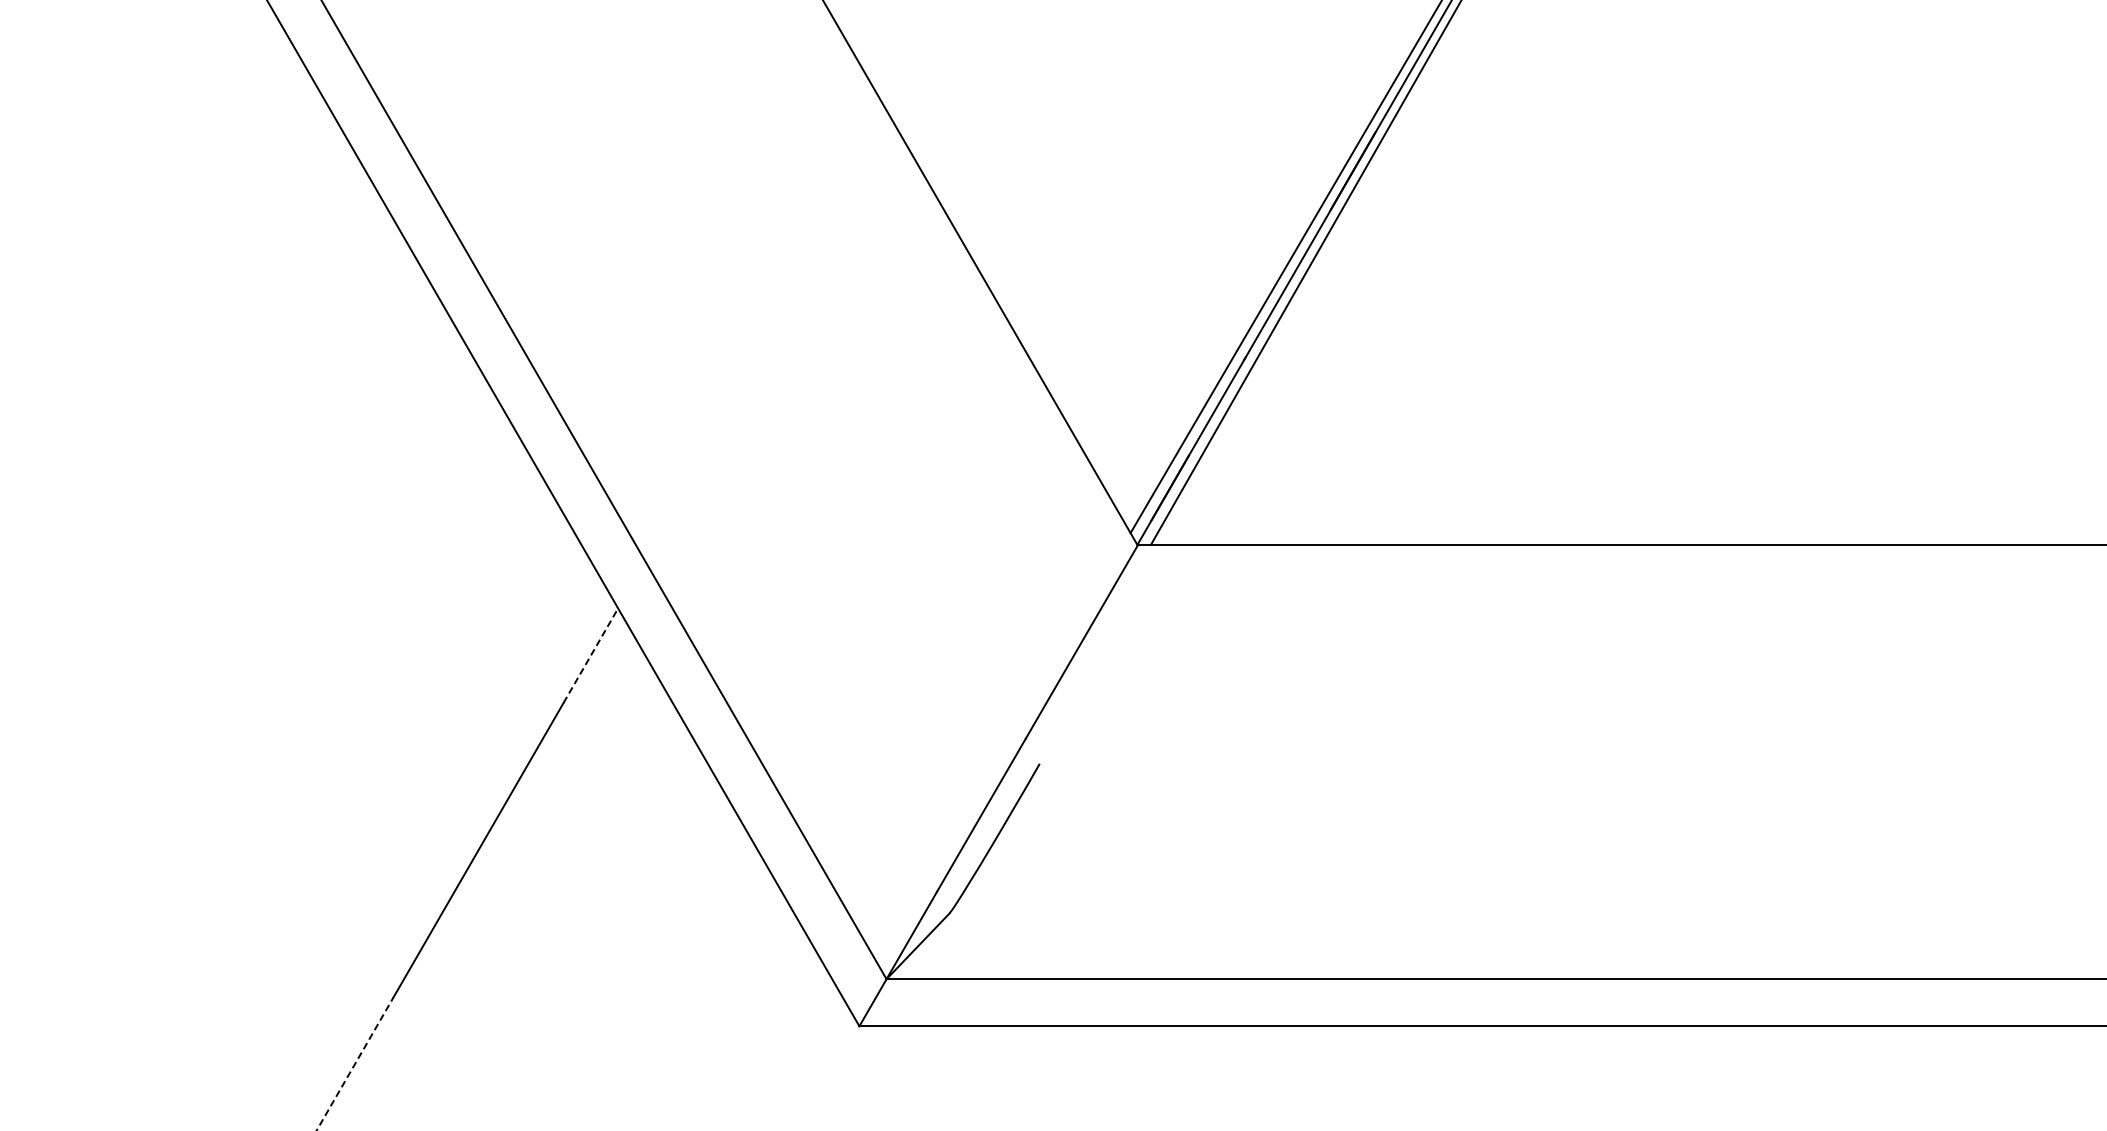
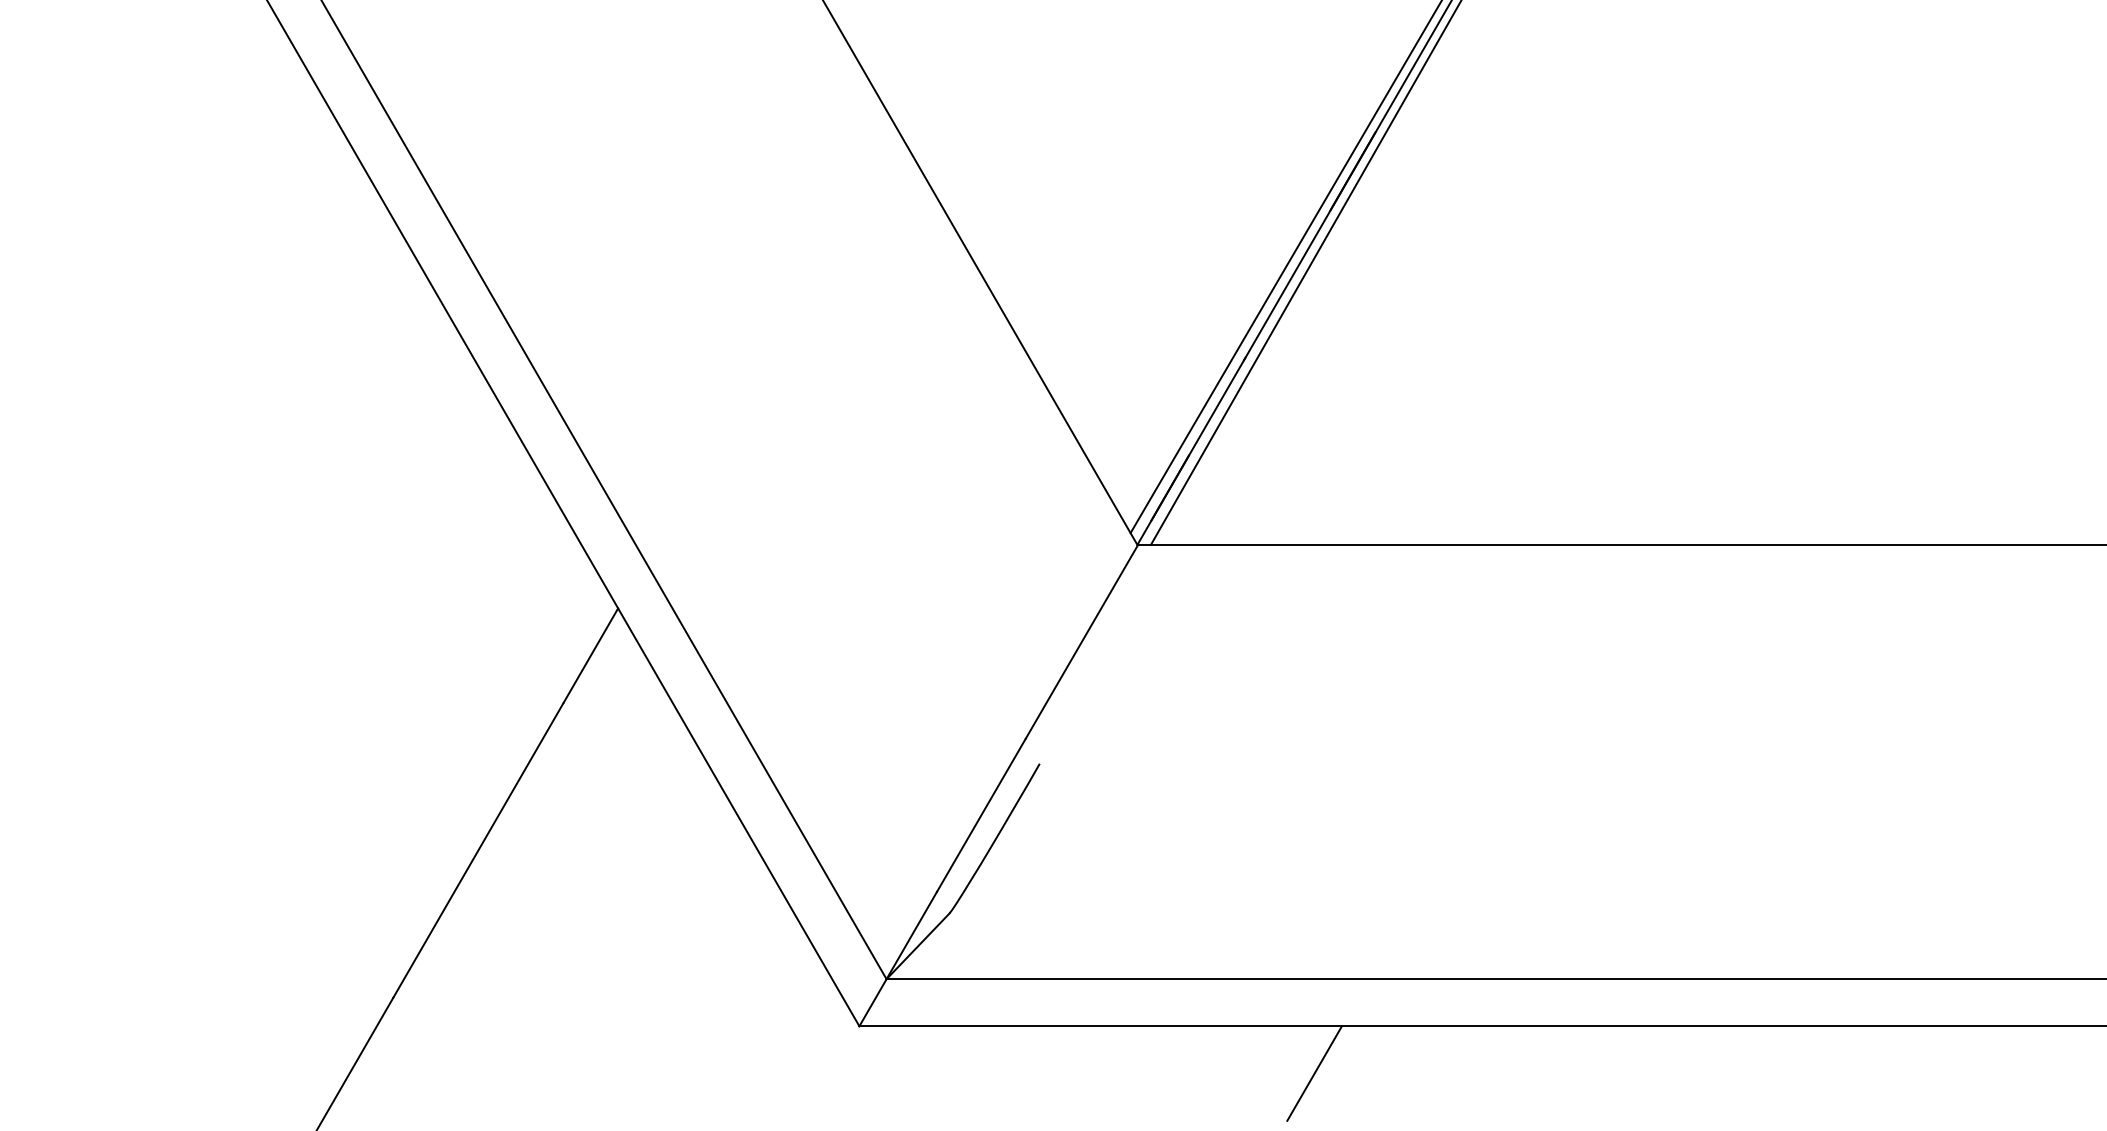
line at (590, 655): dashed -> solid
line at (354, 1064): dashed -> solid
line at (1314, 1073): none -> present
